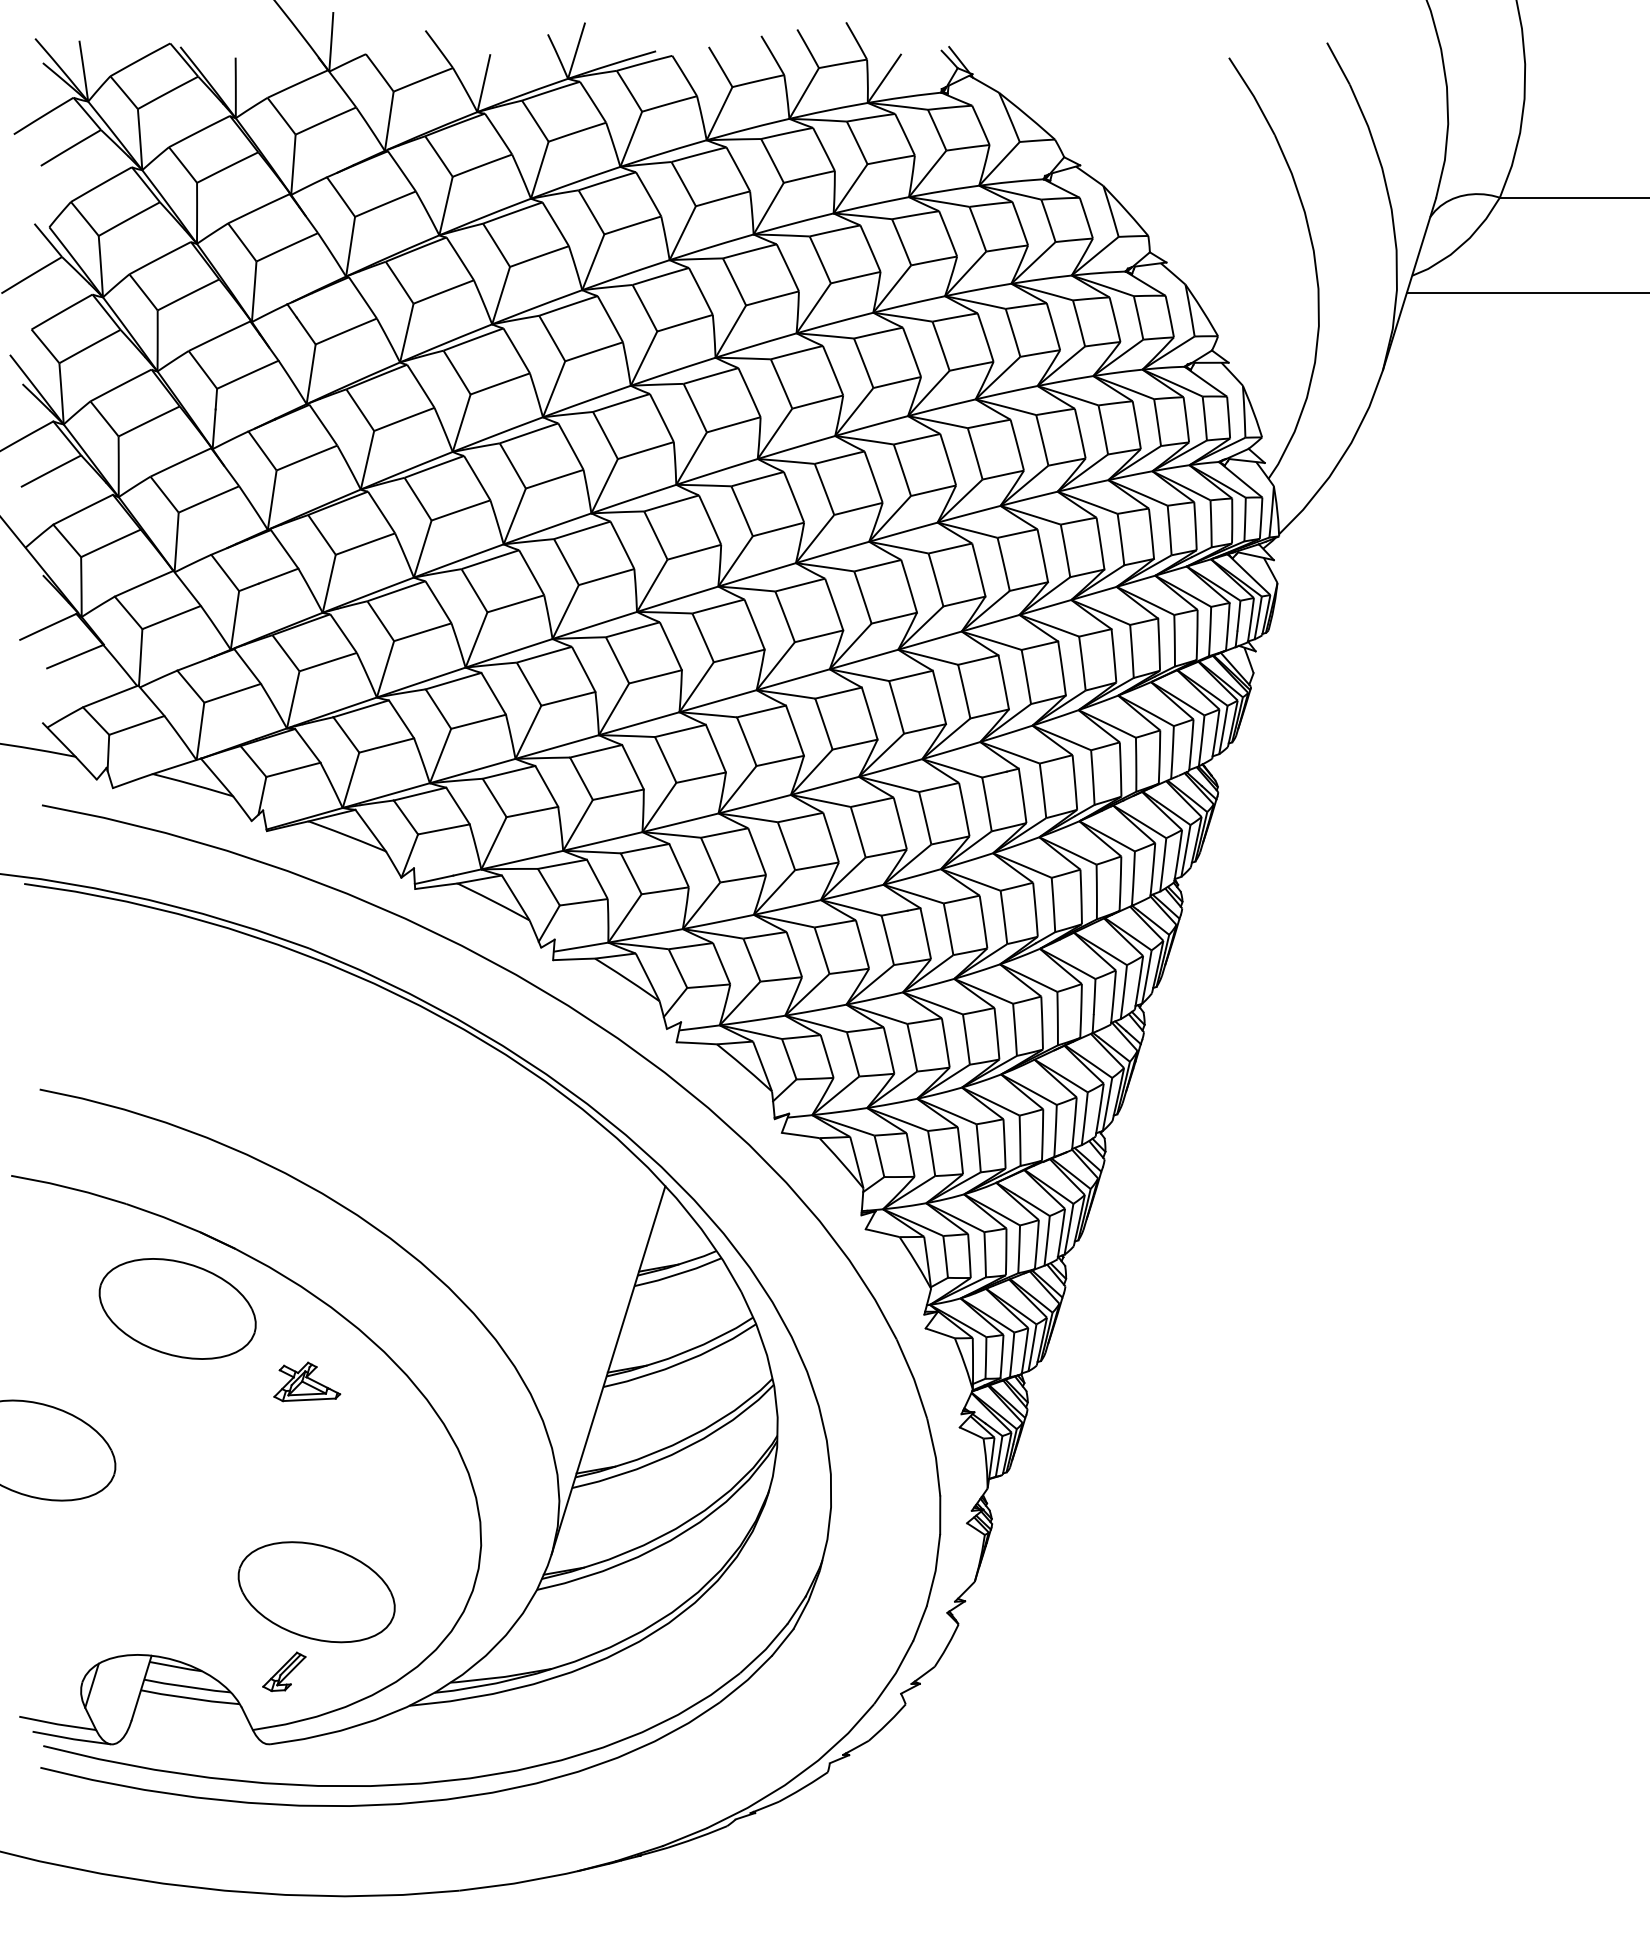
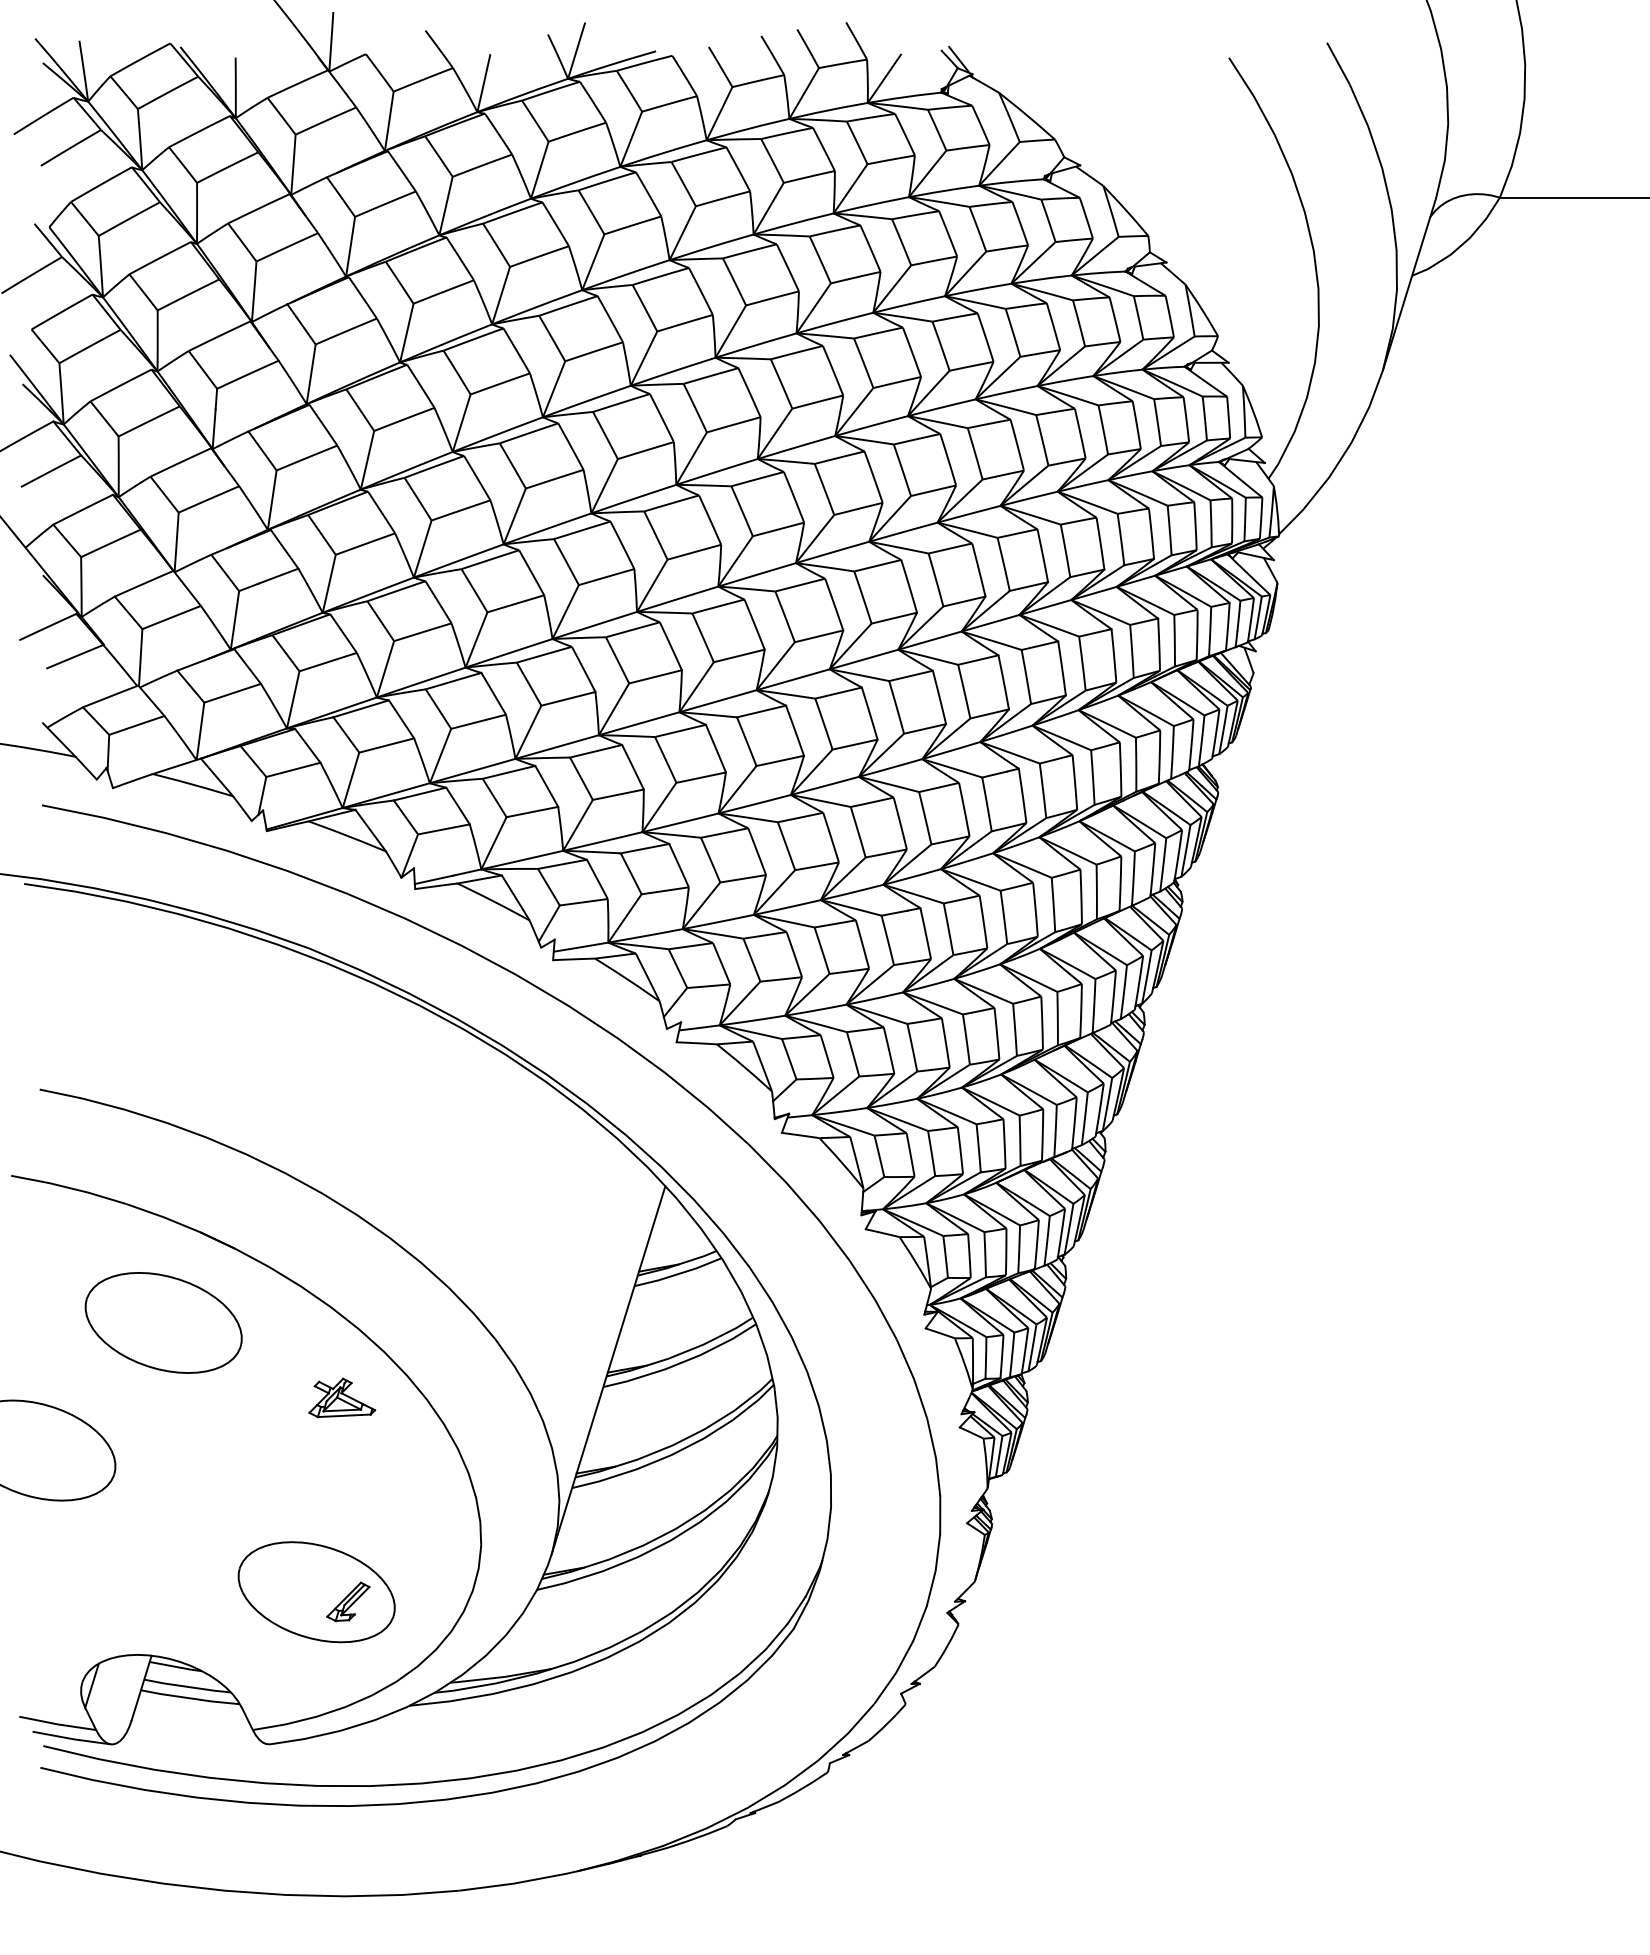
line at (1526, 293): present -> none
part at (177, 1308) position: (177, 1308) -> (163, 1322)
part at (307, 1381) position: (307, 1381) -> (342, 1397)
part at (284, 1671) position: (284, 1671) -> (348, 1601)
